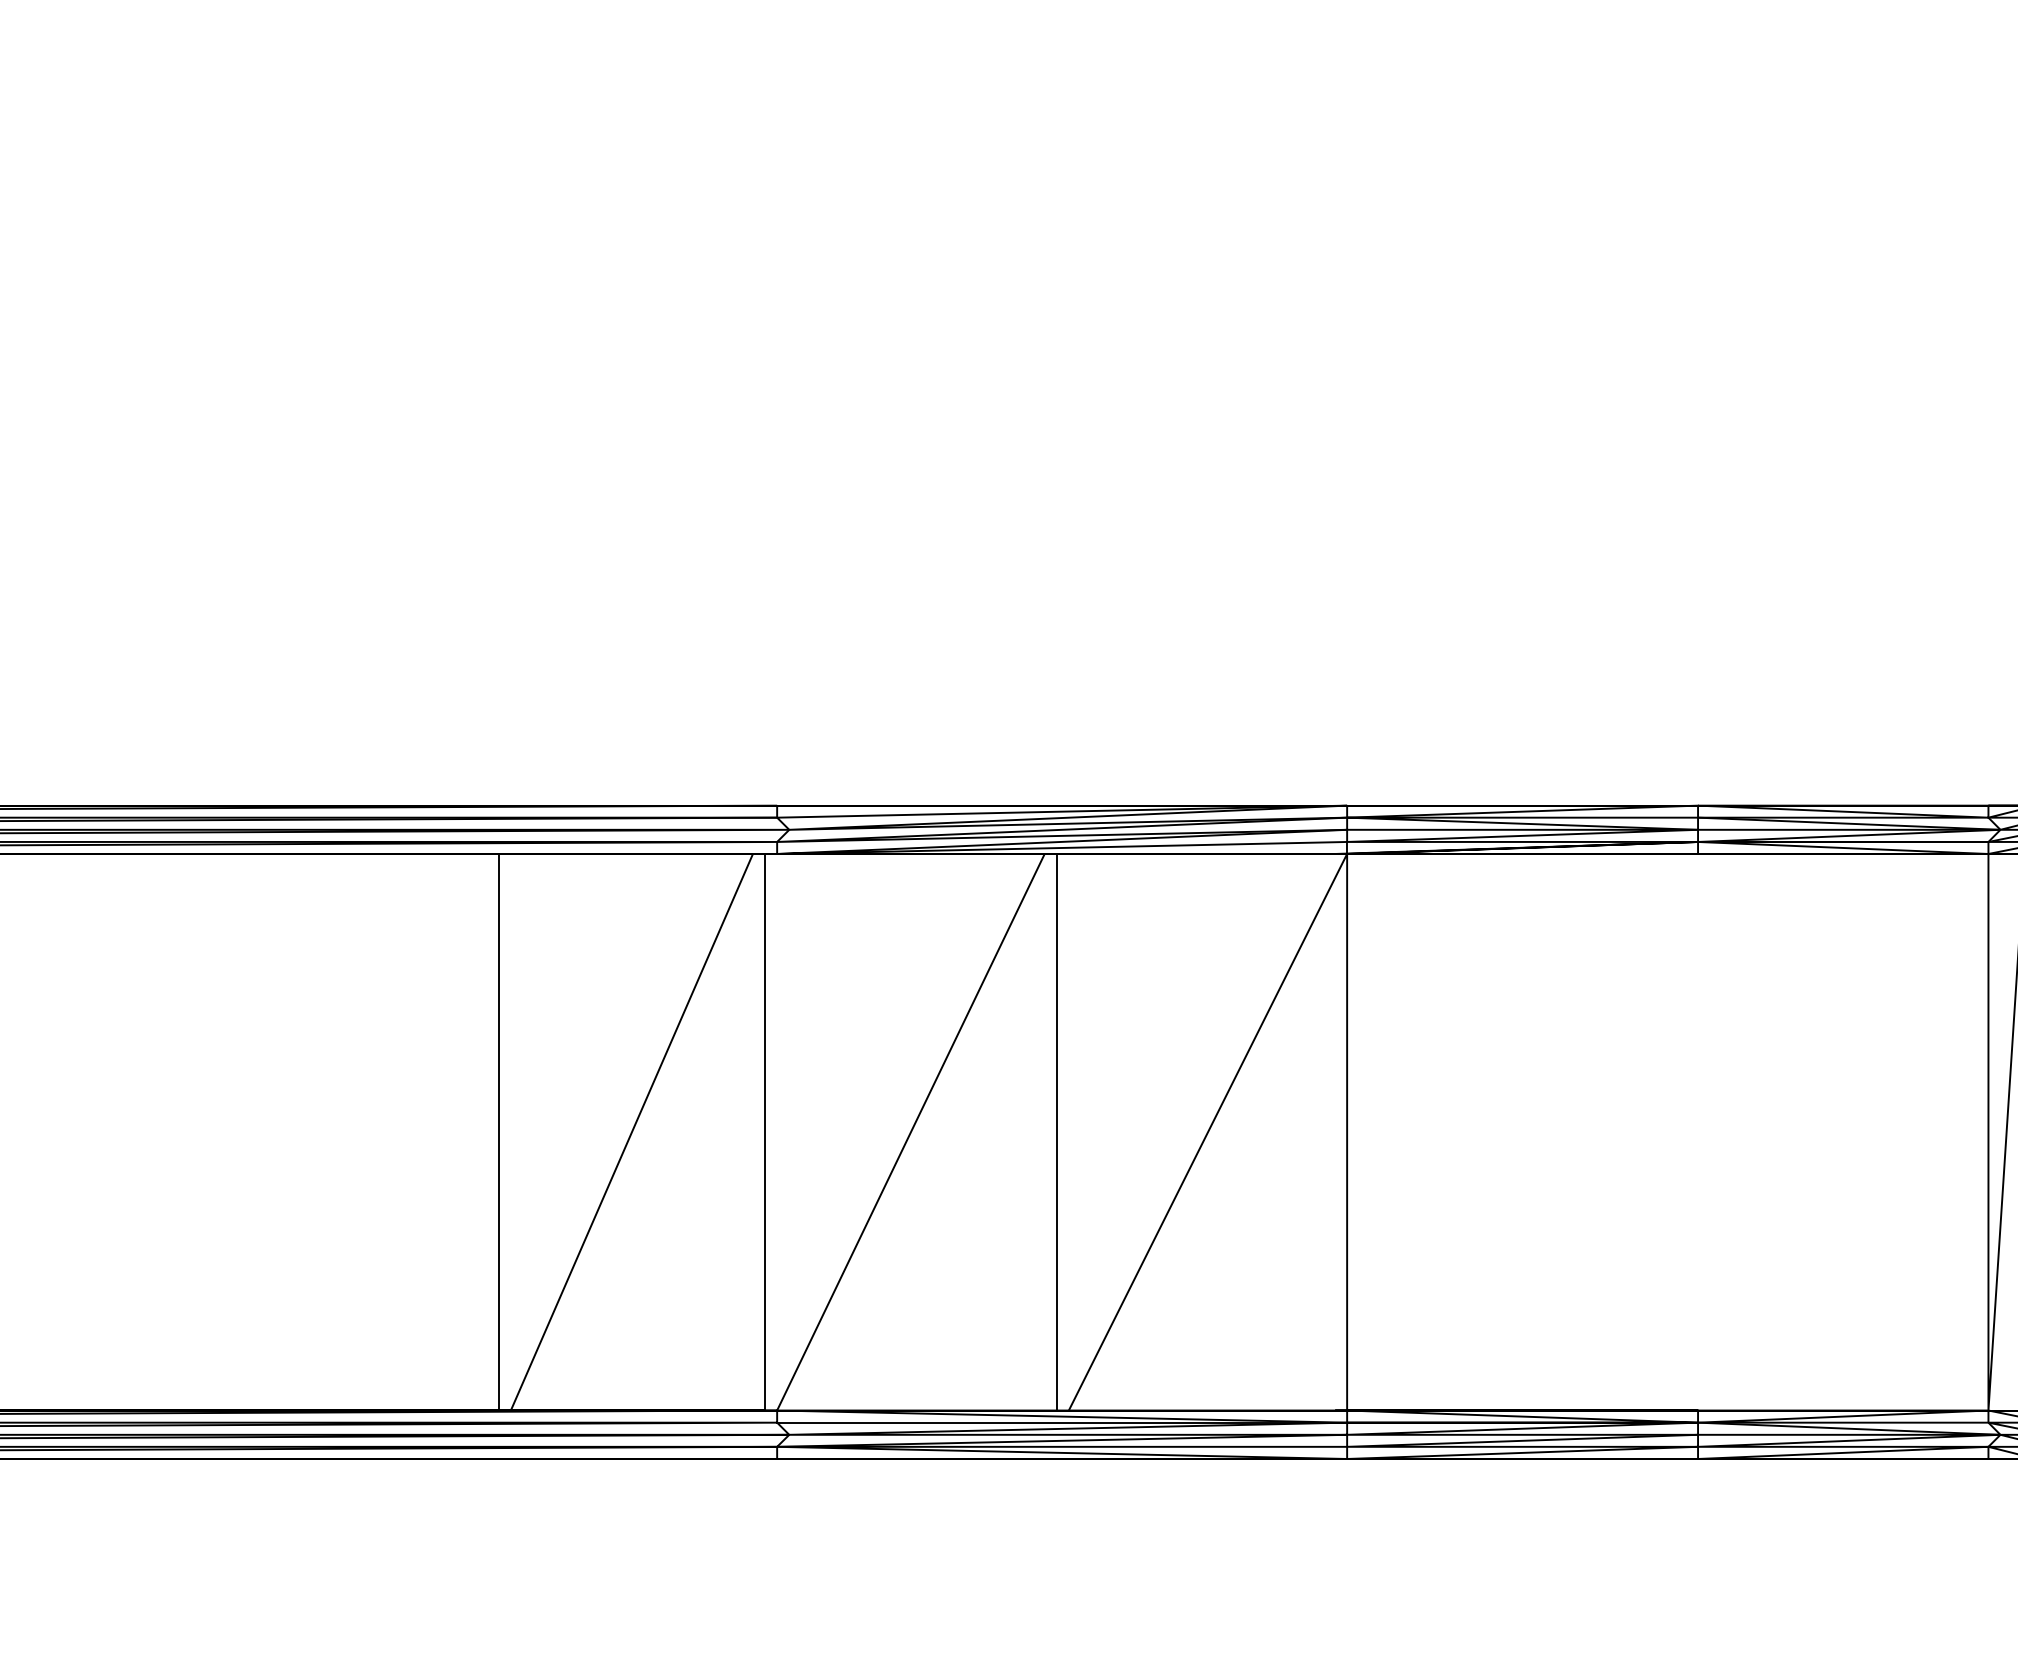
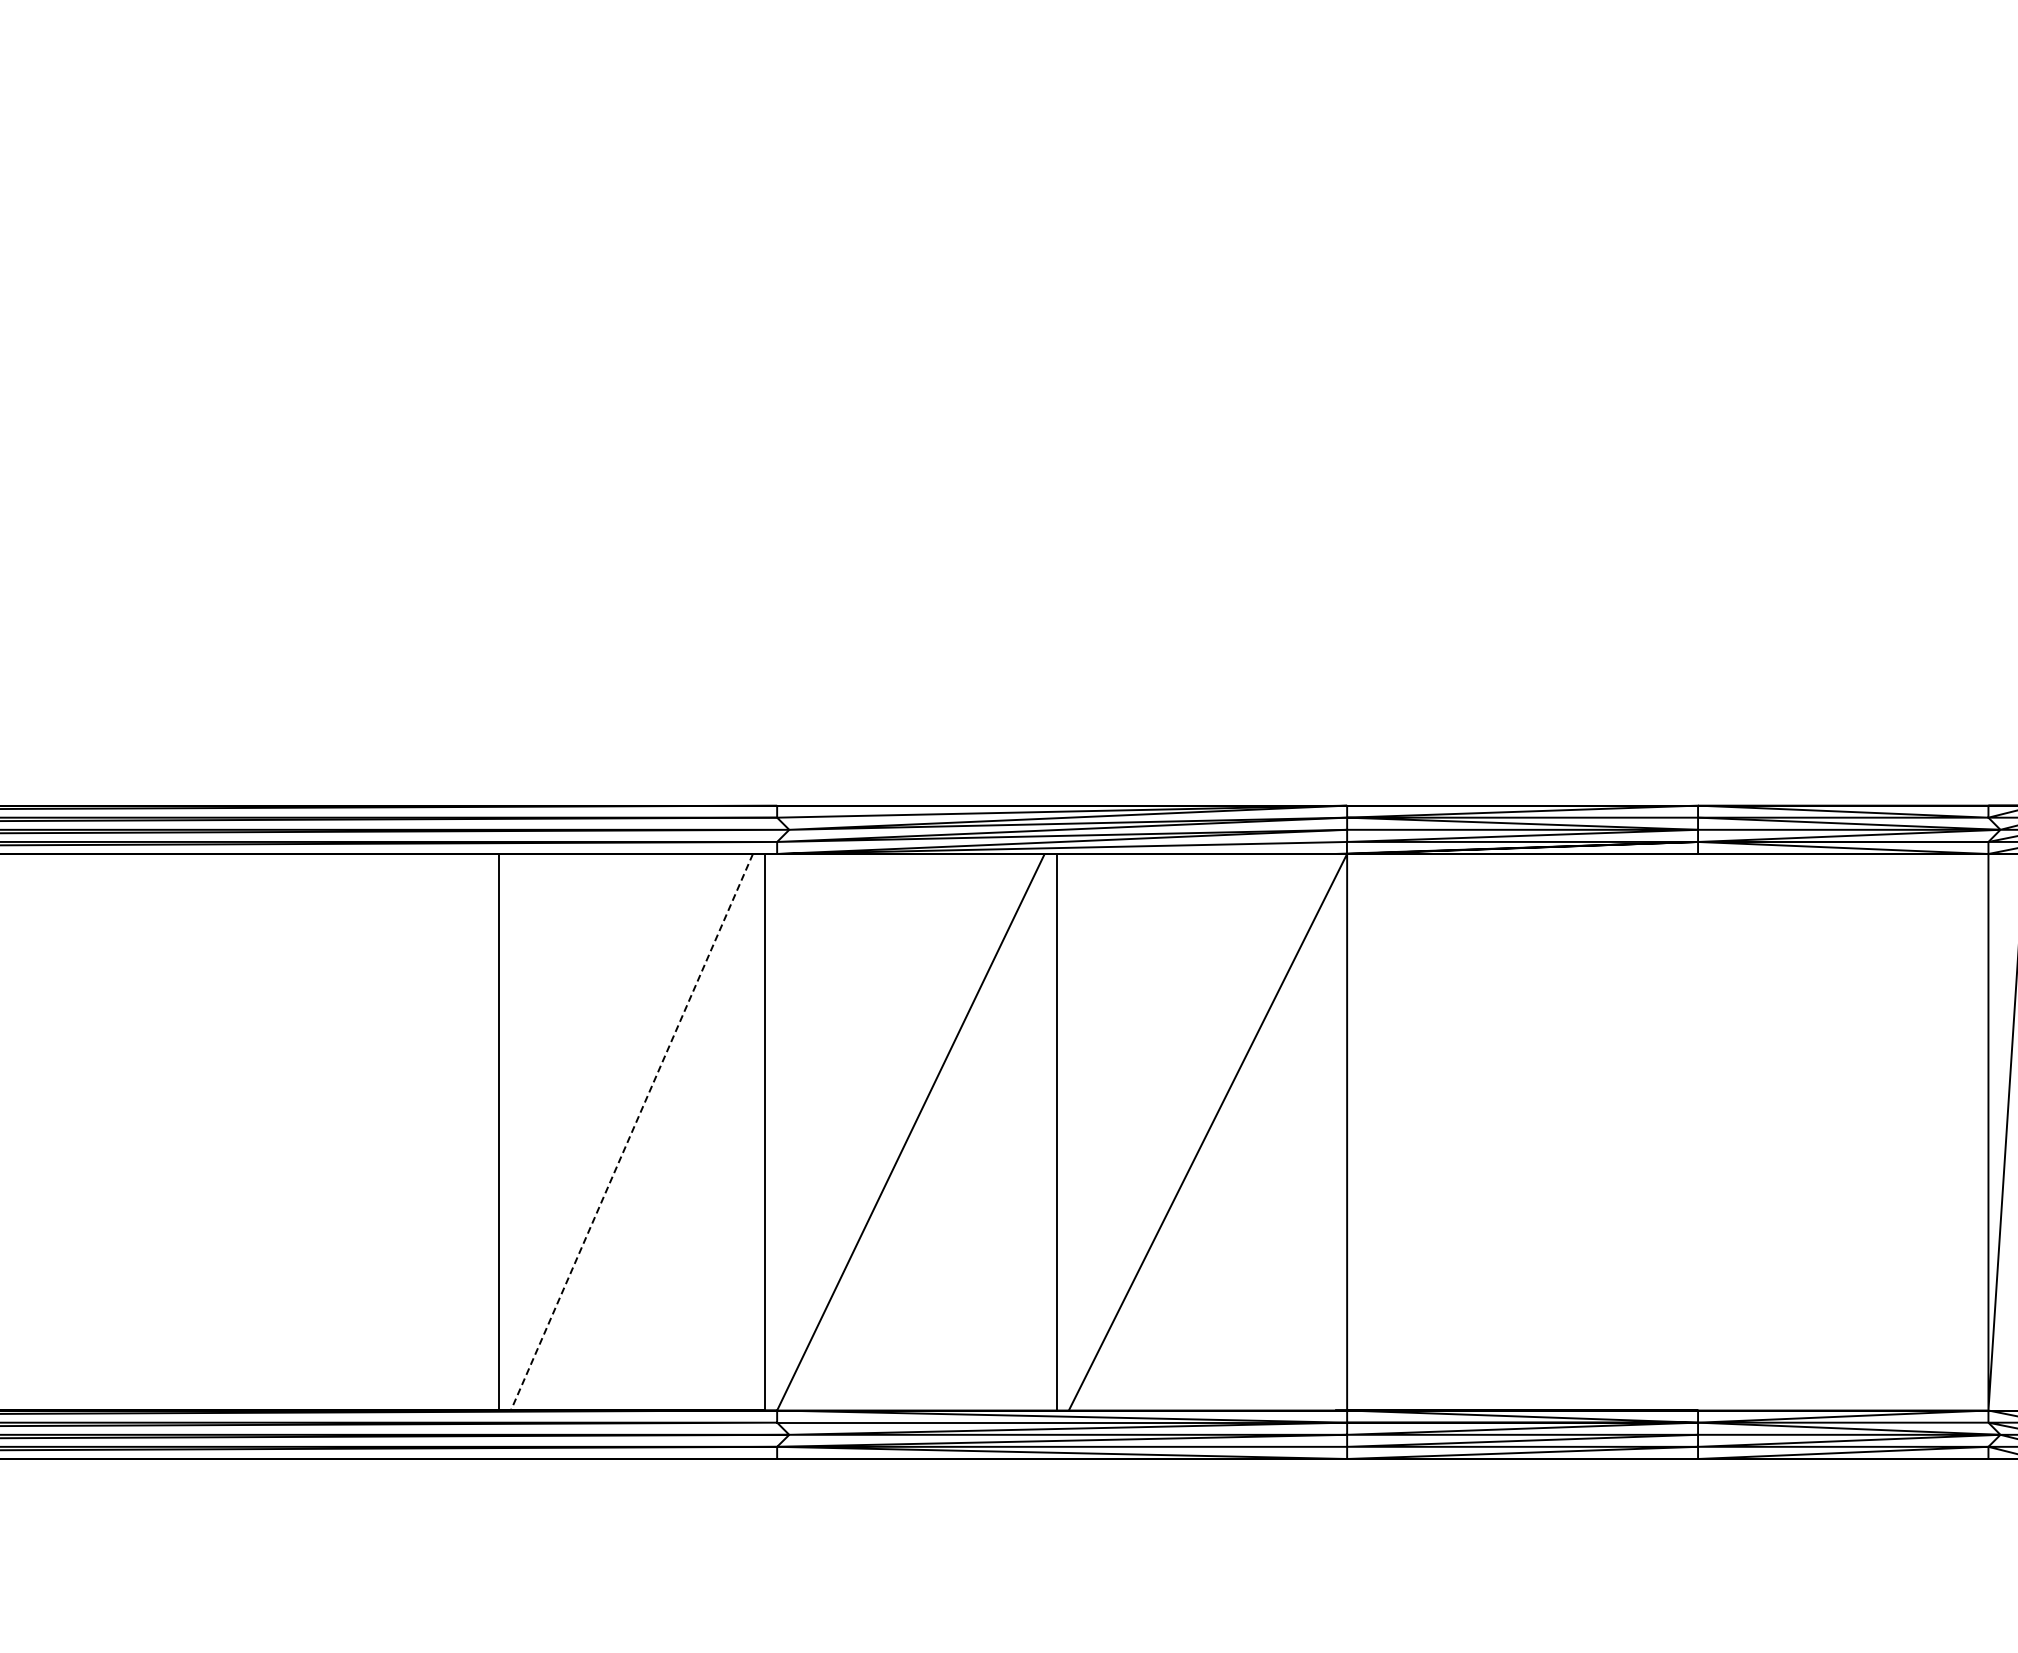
line at (631, 1132): solid -> dashed
